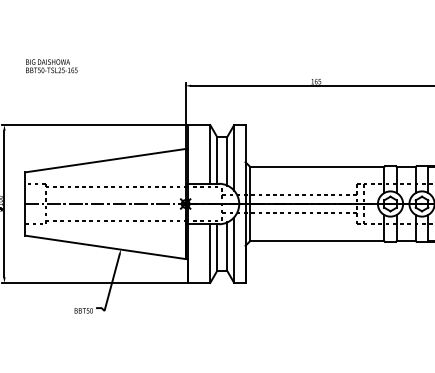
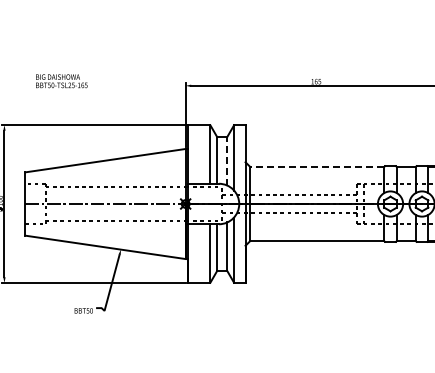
text at (51, 66) position: (51, 66) -> (61, 81)
line at (227, 160): solid -> dashed
line at (317, 166): solid -> dashed
